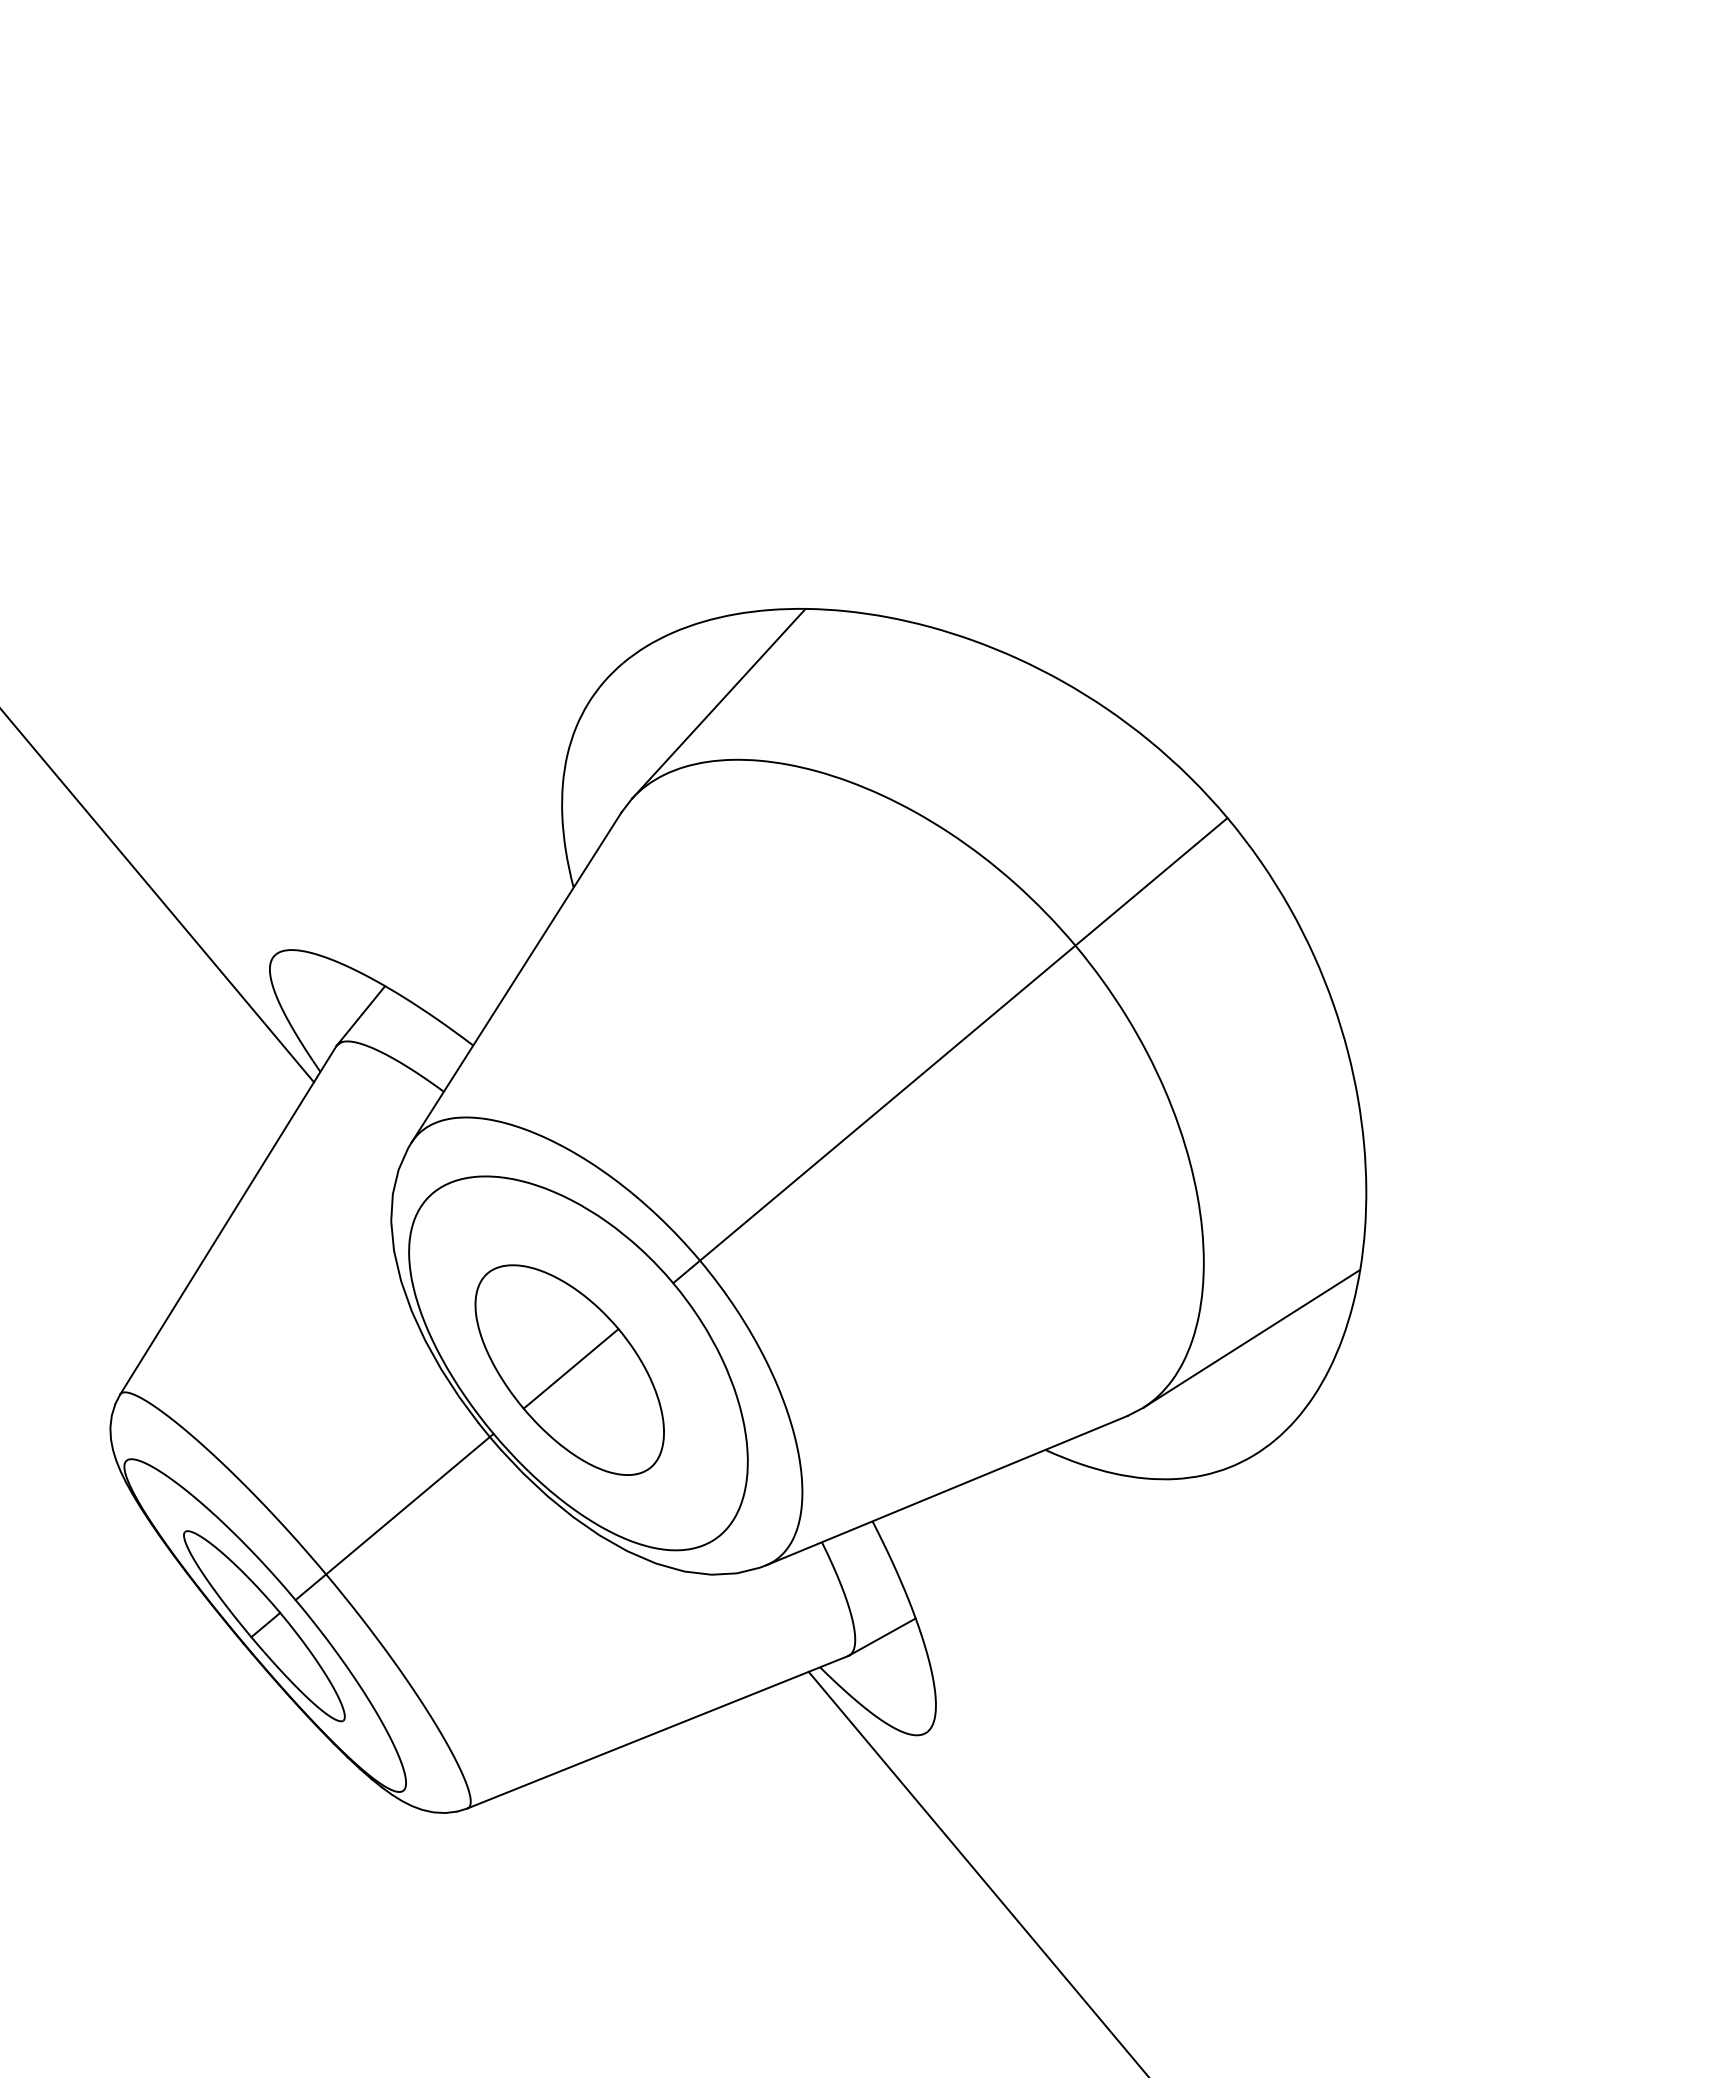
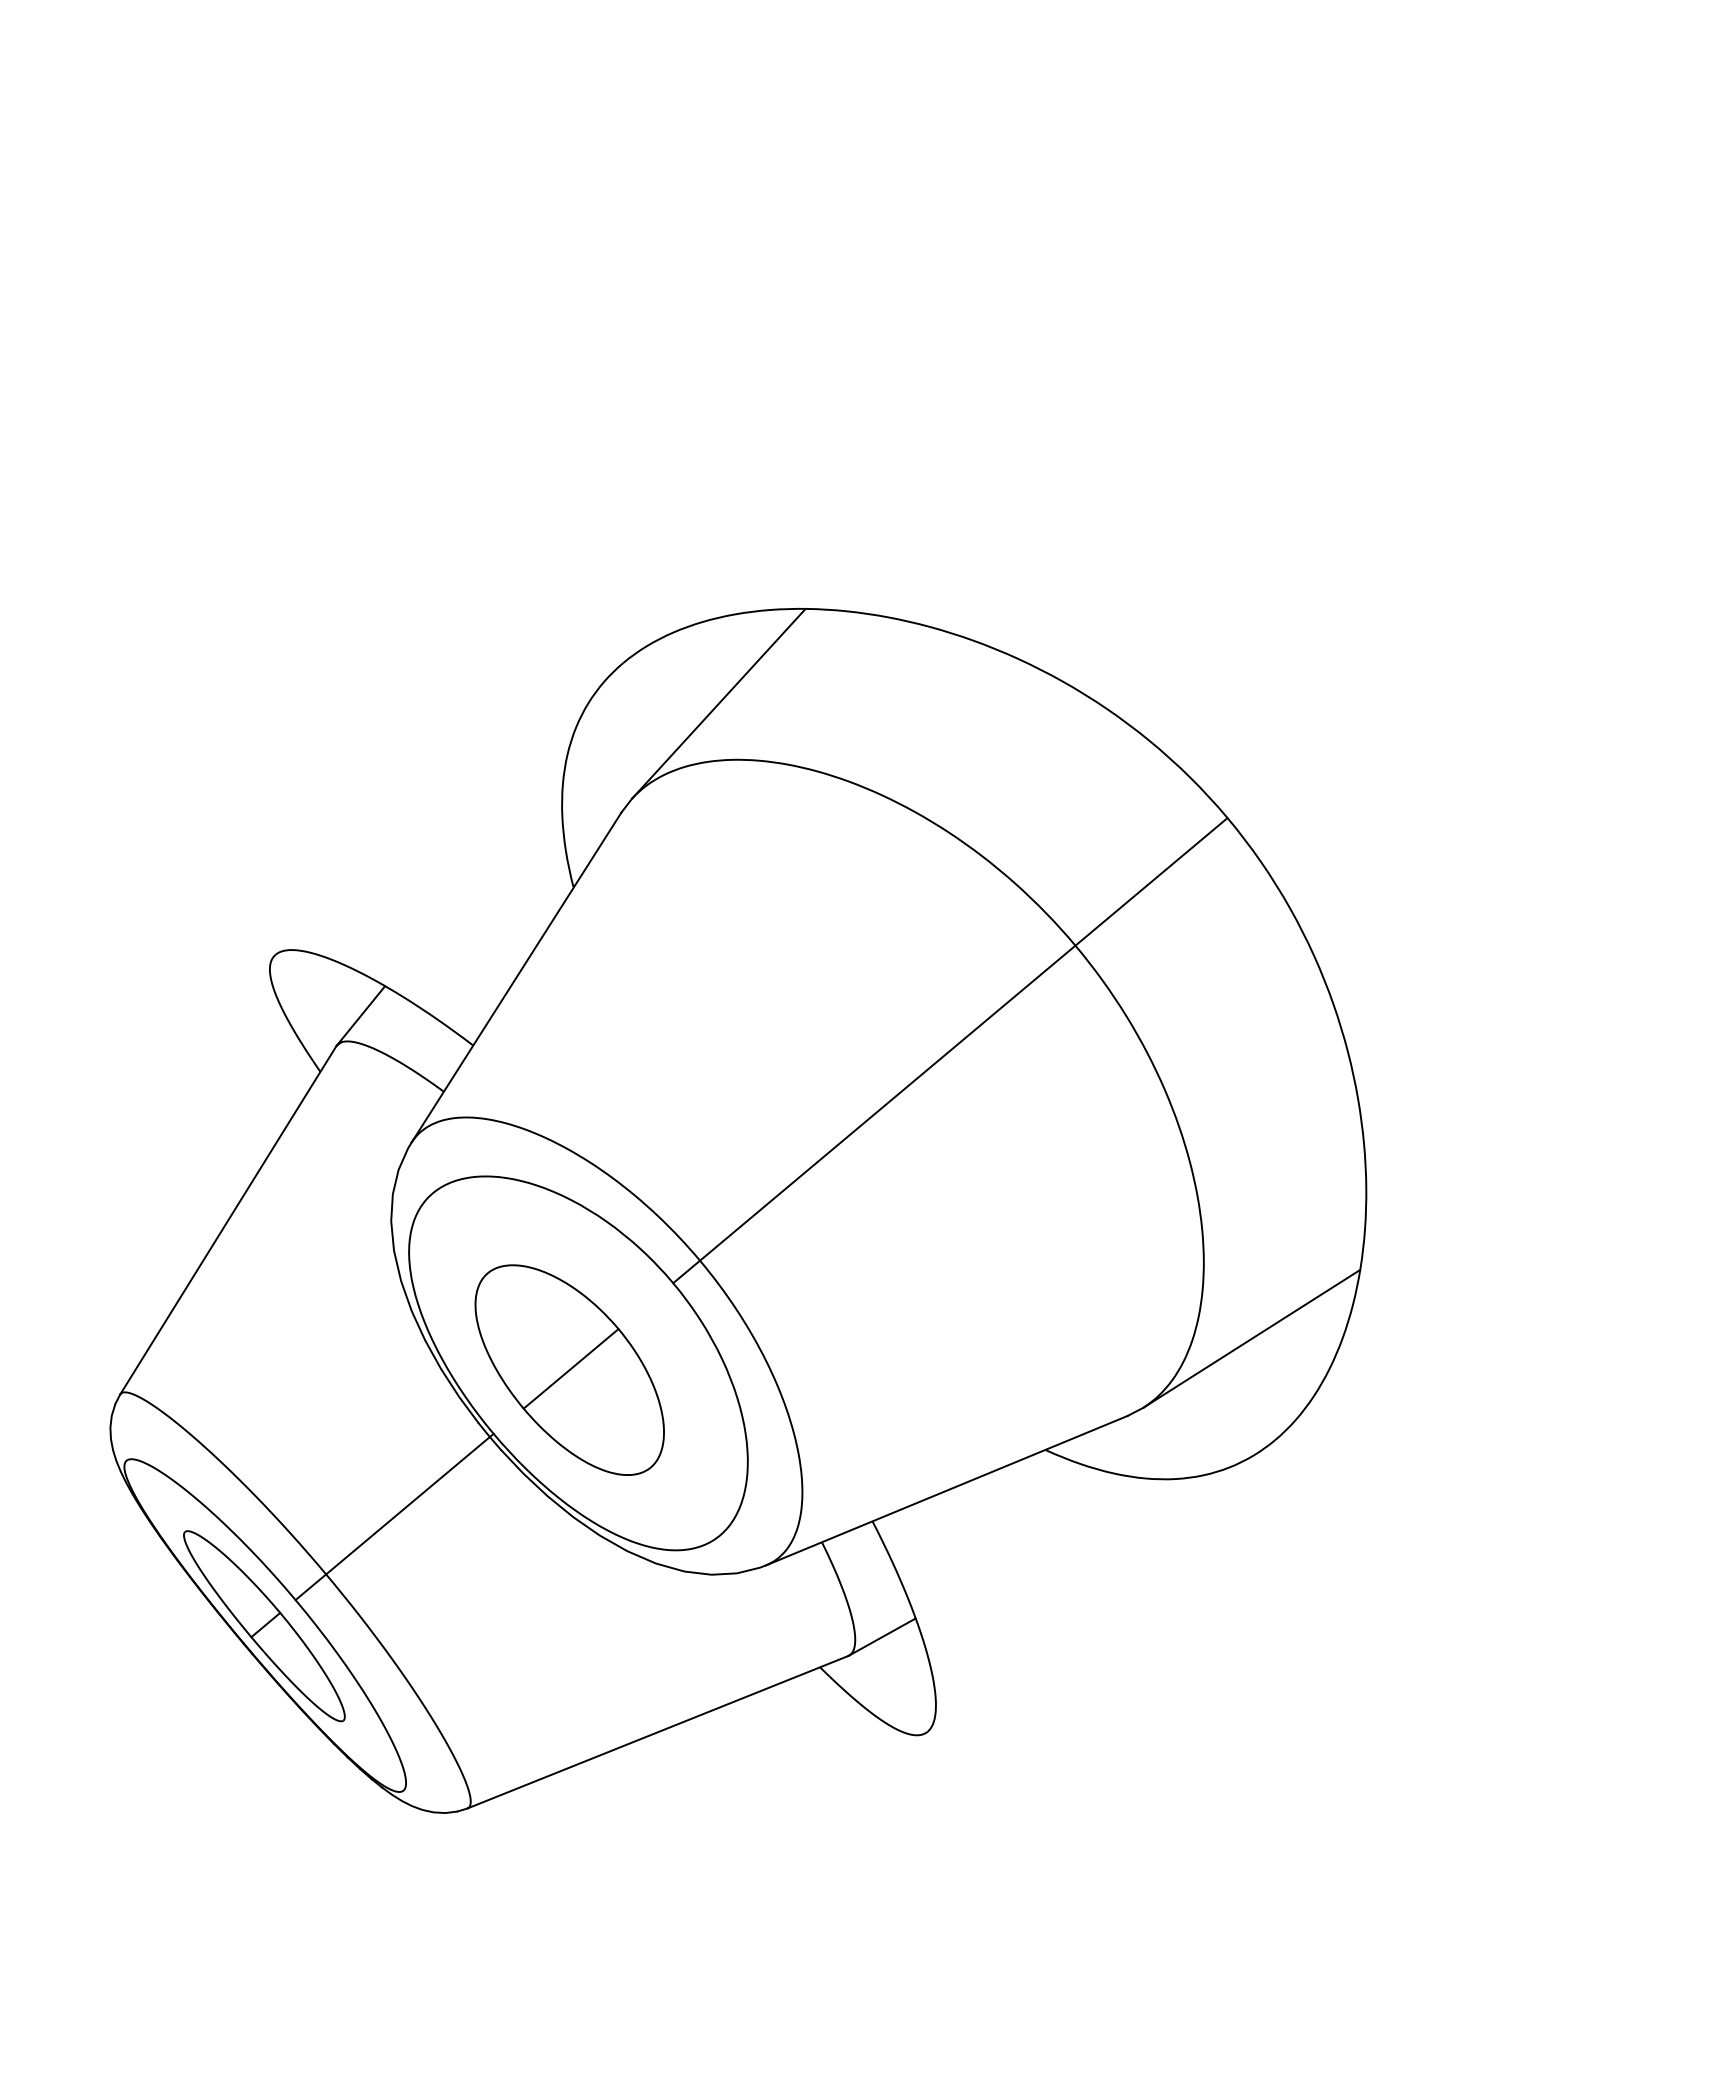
line at (157, 896): present -> none
line at (977, 1872): present -> none
